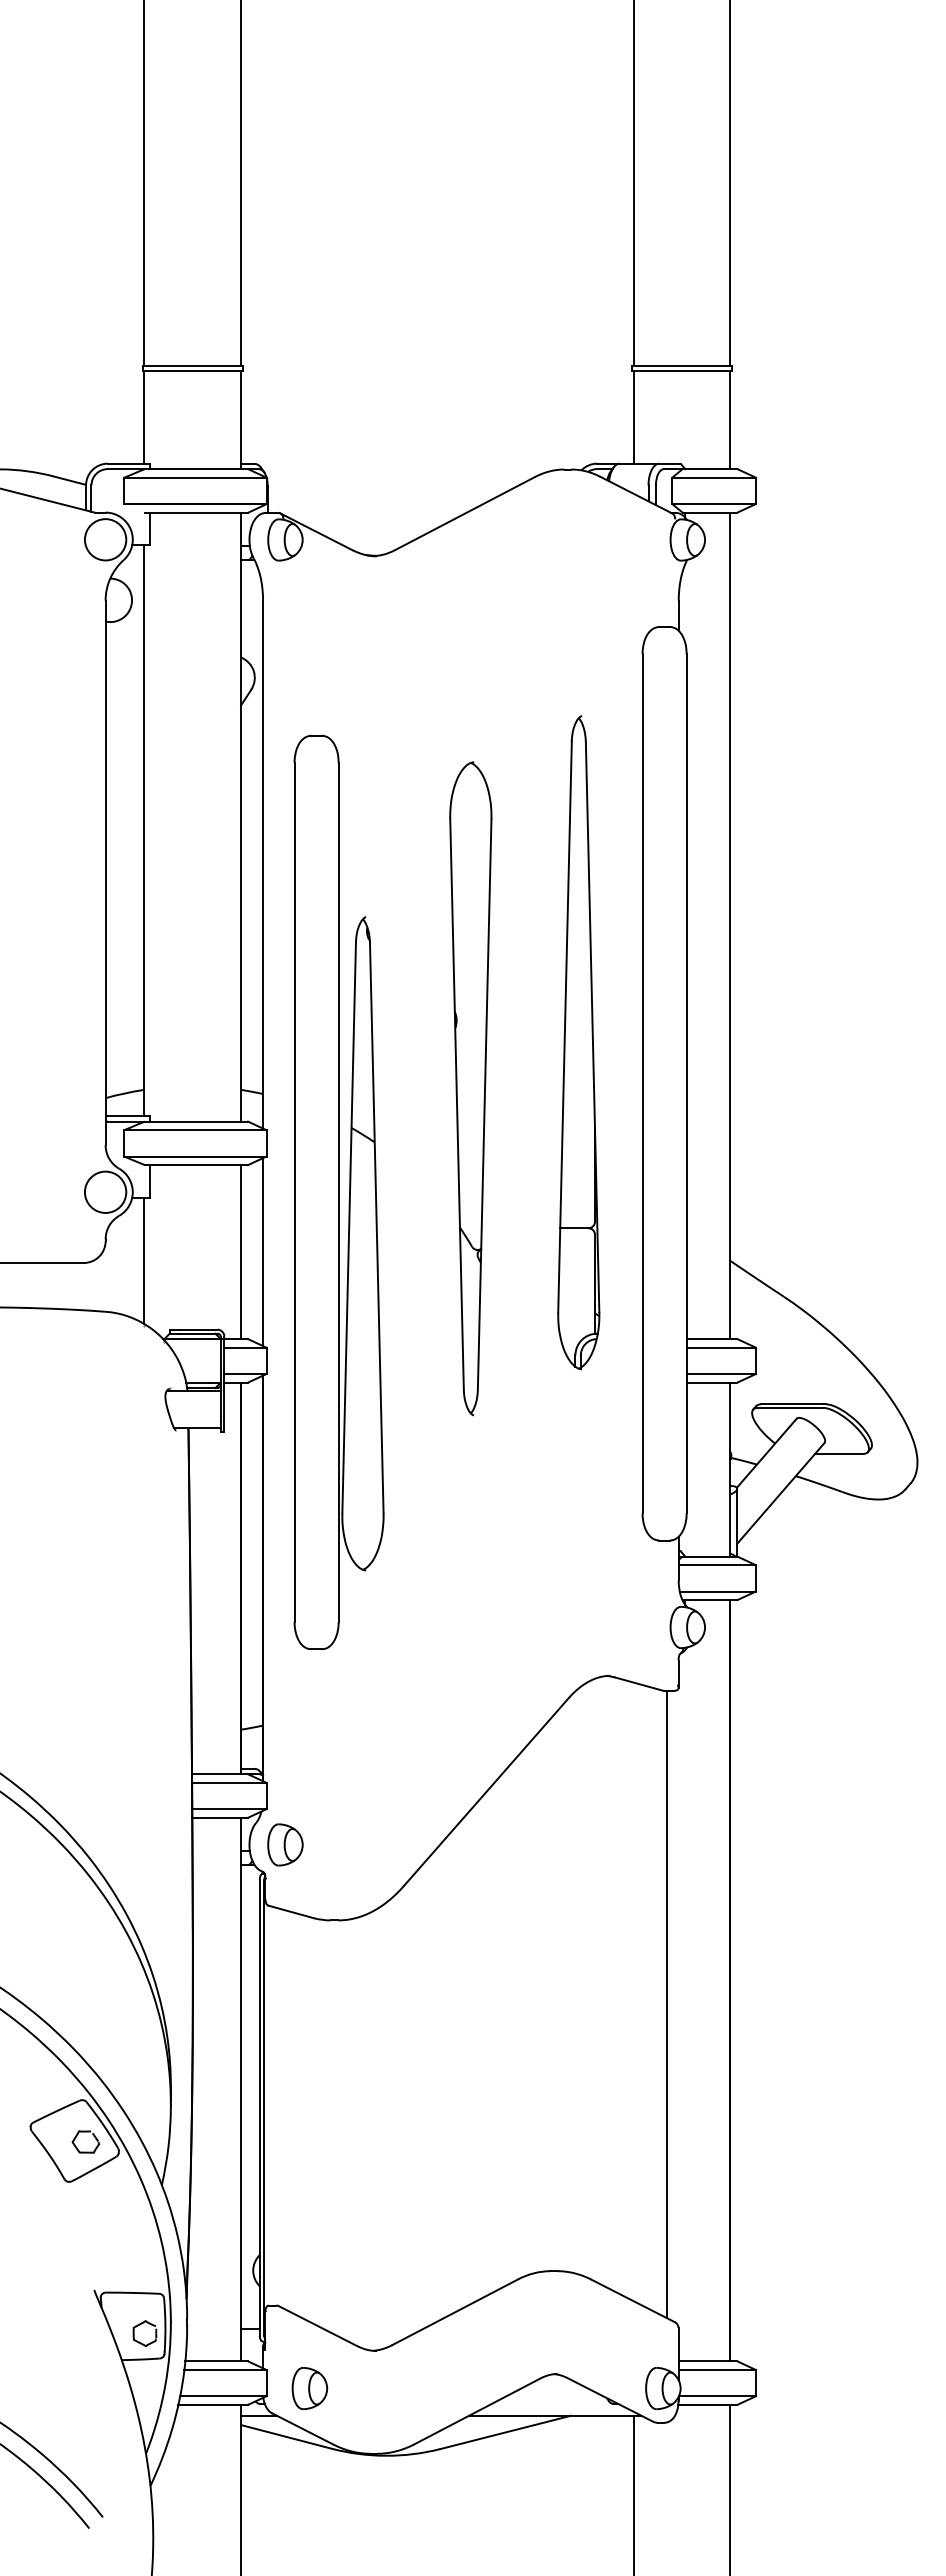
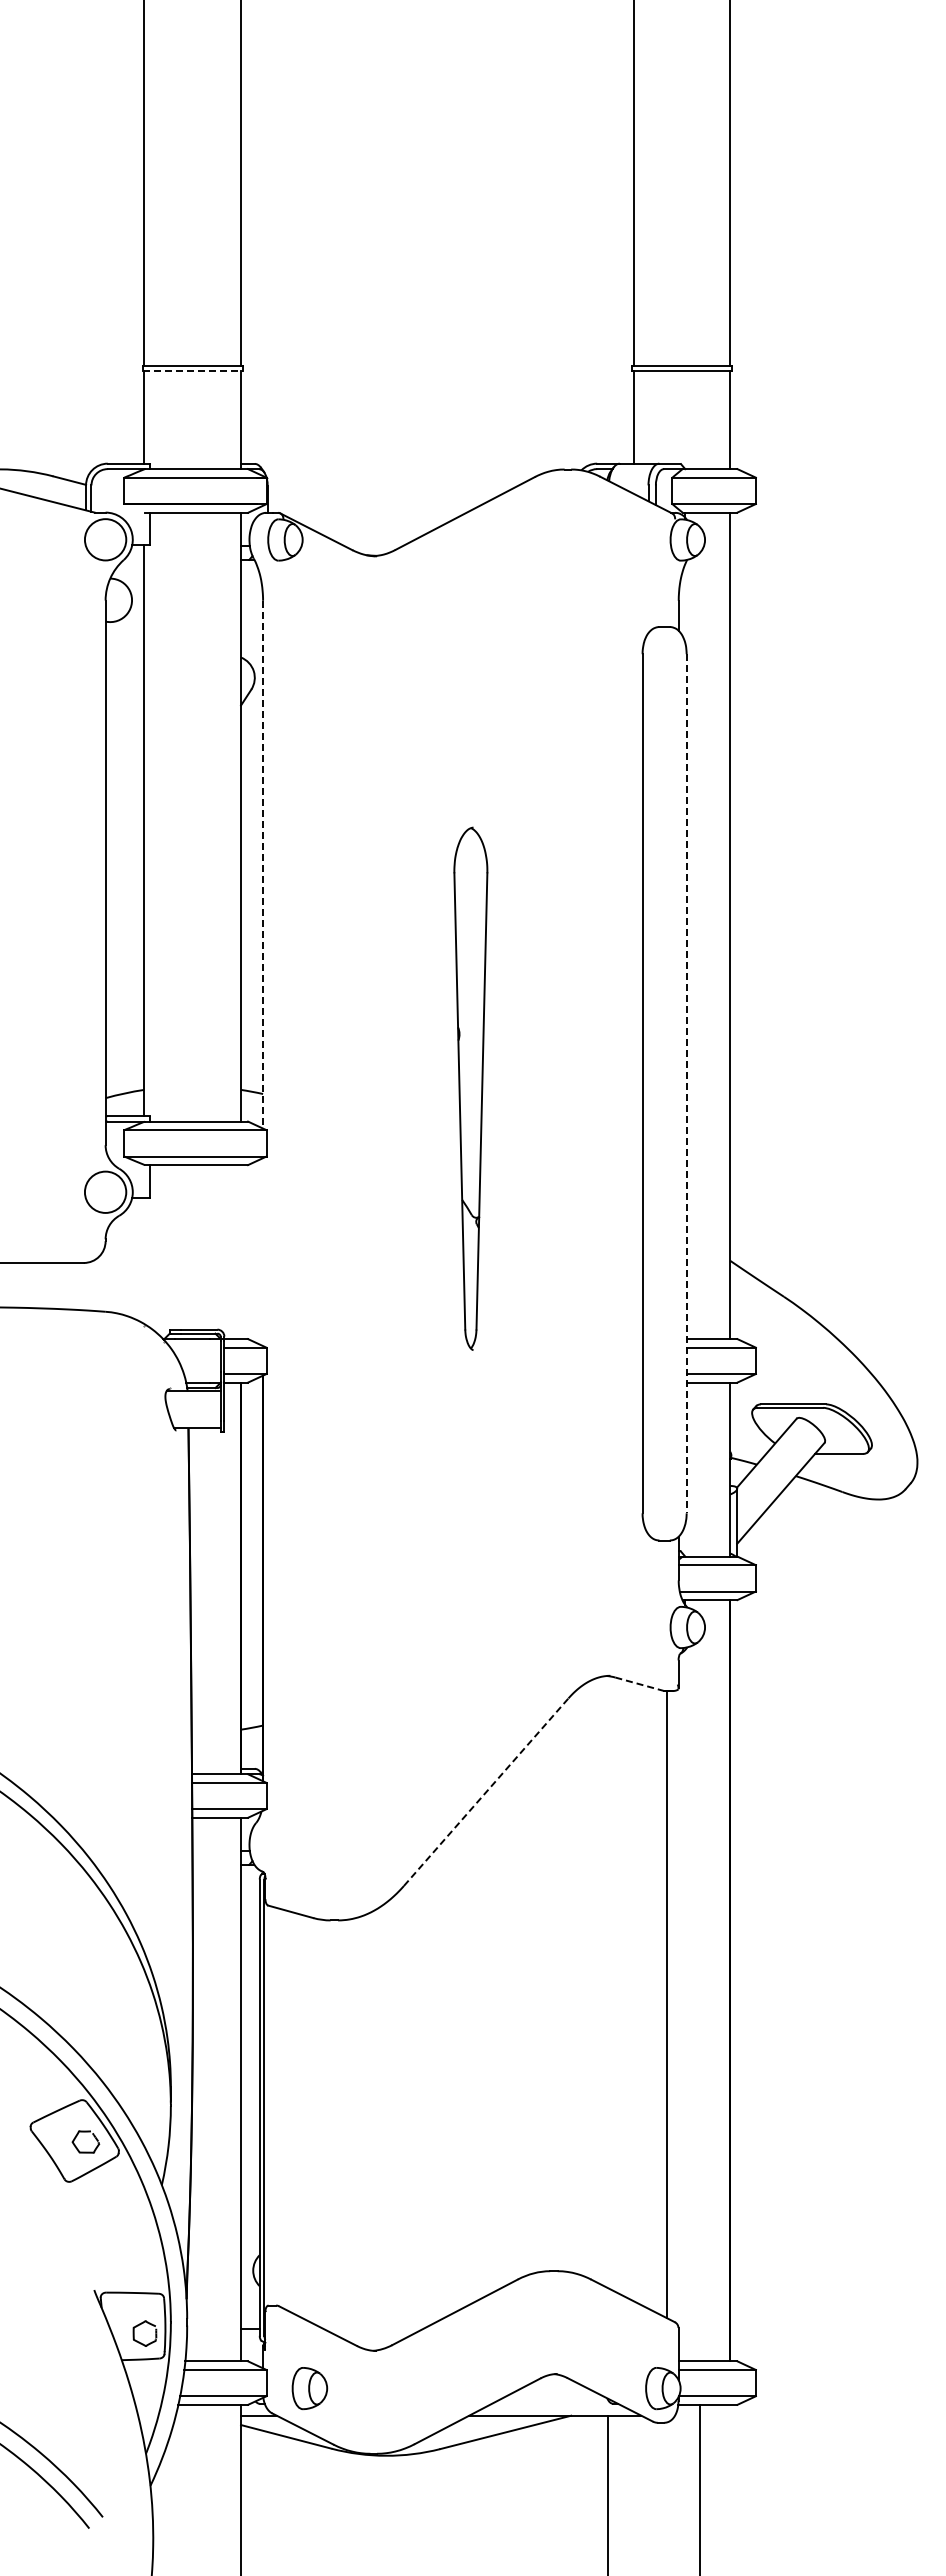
line at (193, 371): solid -> dashed
line at (263, 864): solid -> dashed
part at (578, 1042): present -> none
line at (686, 1083): solid -> dashed
part at (470, 1088) size: 44x656 px -> 36x525 px
part at (338, 1192): present -> none
line at (241, 1252): present -> none
line at (263, 1252): present -> none
line at (144, 1260): present -> none
line at (640, 1684): solid -> dashed
line at (486, 1792): solid -> dashed
part at (285, 1844): present -> none
line at (730, 2488) position: (730, 2488) -> (700, 2488)
line at (633, 2493) position: (633, 2493) -> (607, 2493)
